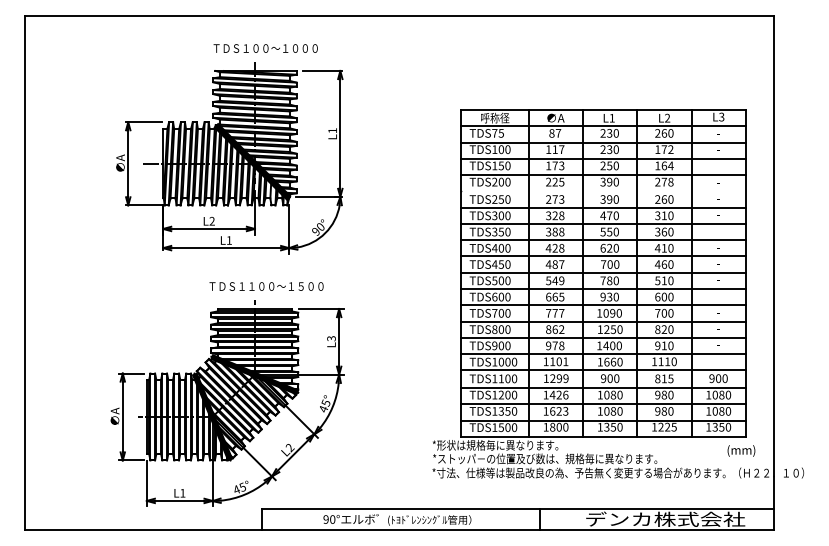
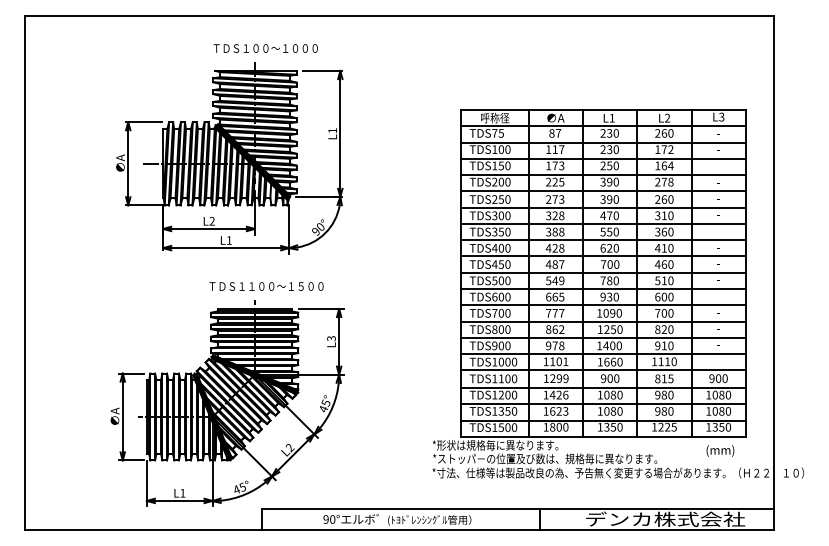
line at (603, 191): none -> present
text at (741, 450) position: (741, 450) -> (720, 450)
